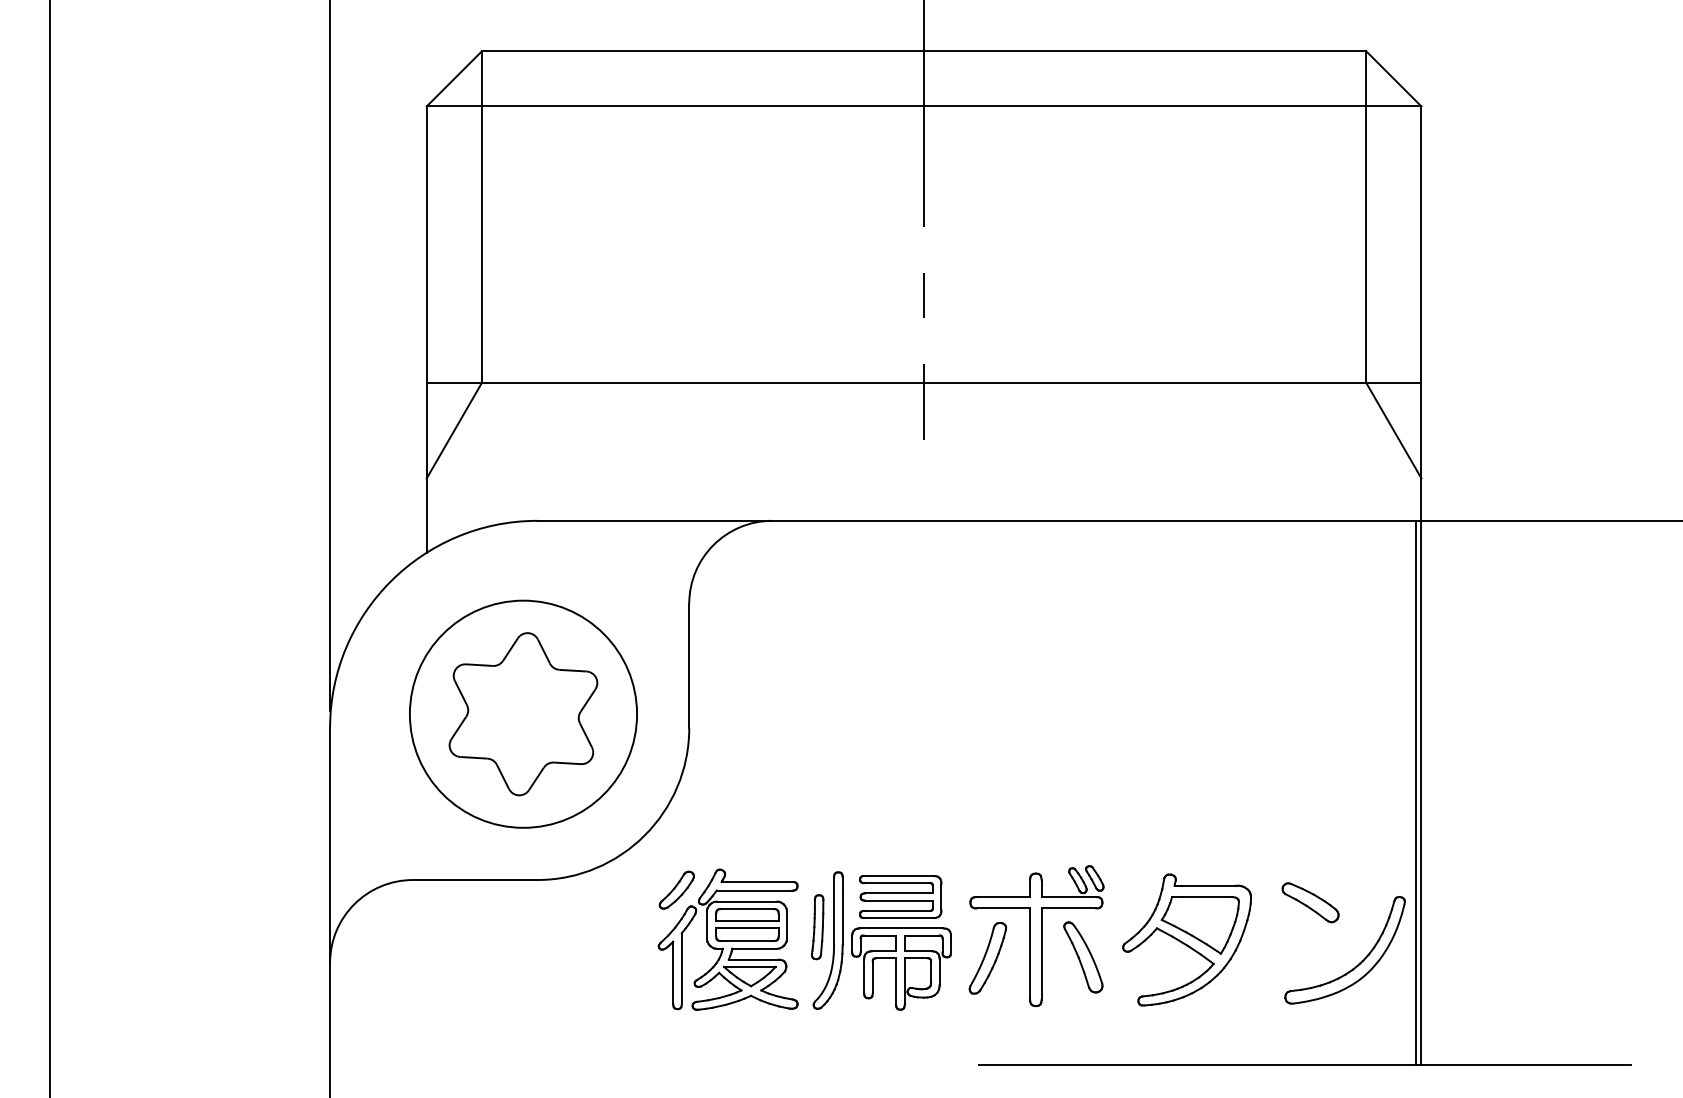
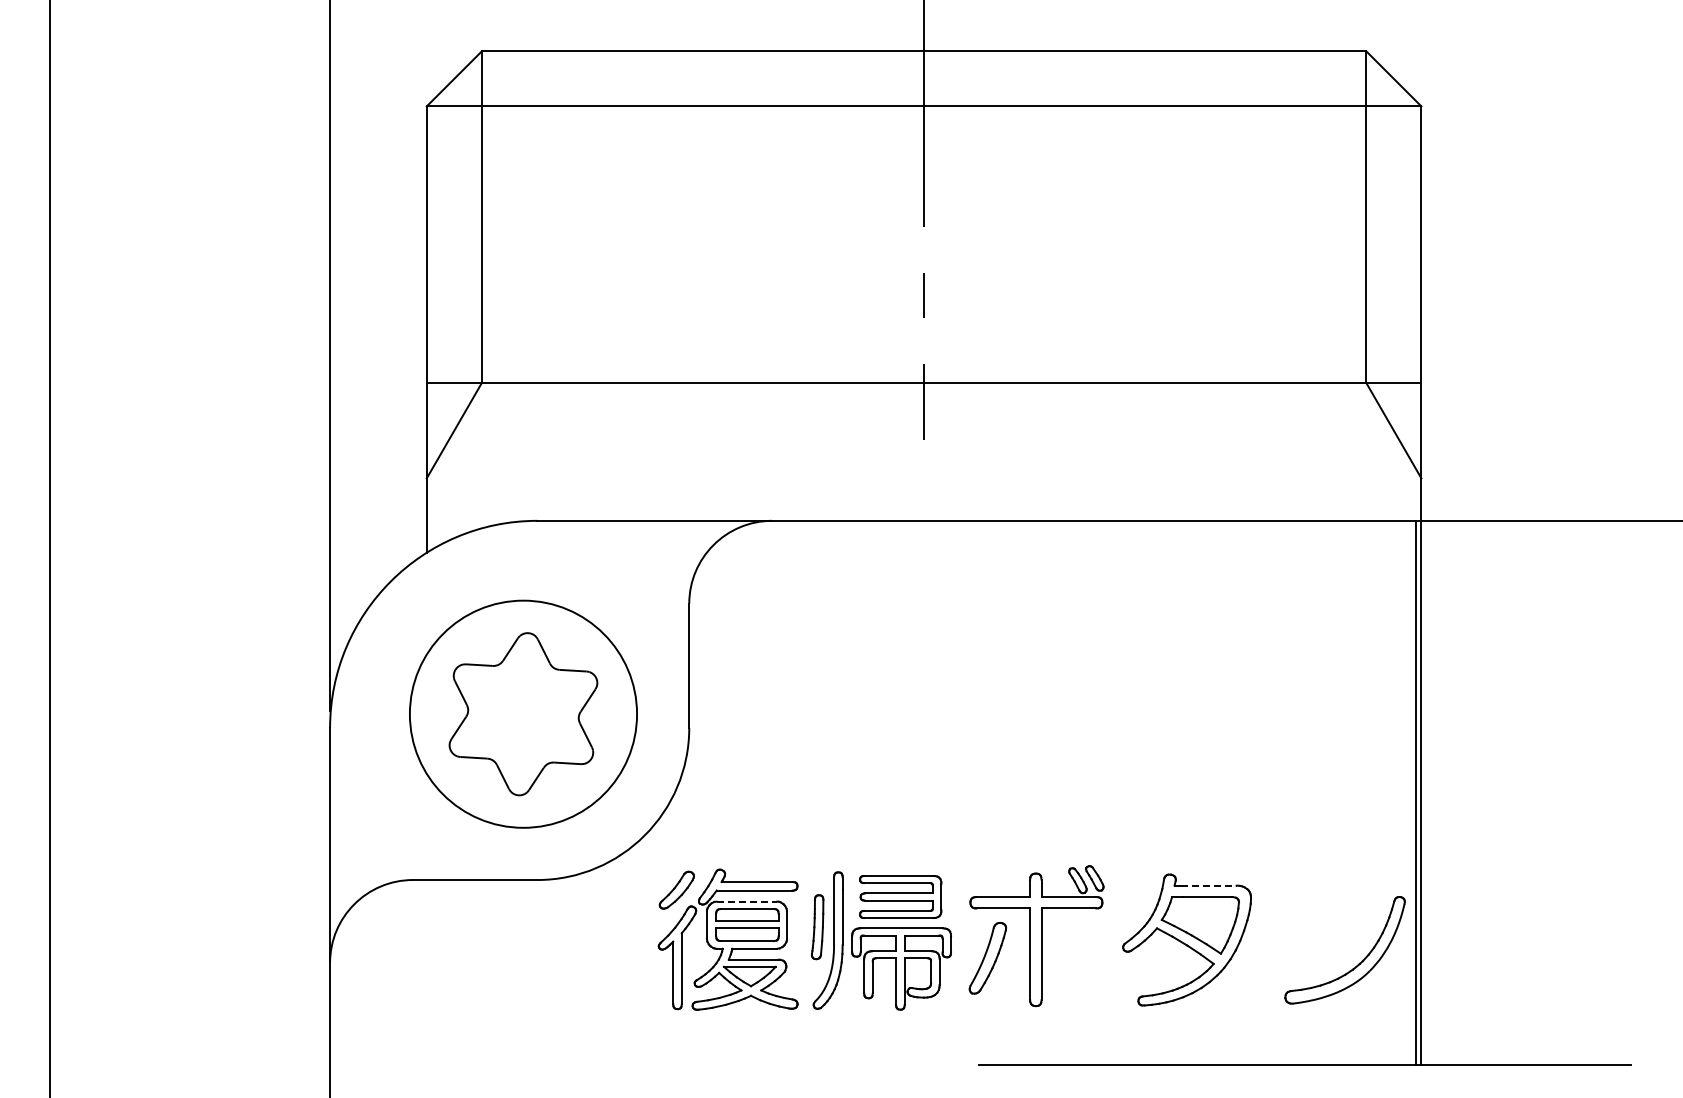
line at (1209, 885): solid -> dashed
line at (747, 901): solid -> dashed
part at (1310, 902): present -> none
part at (1083, 957): present -> none
